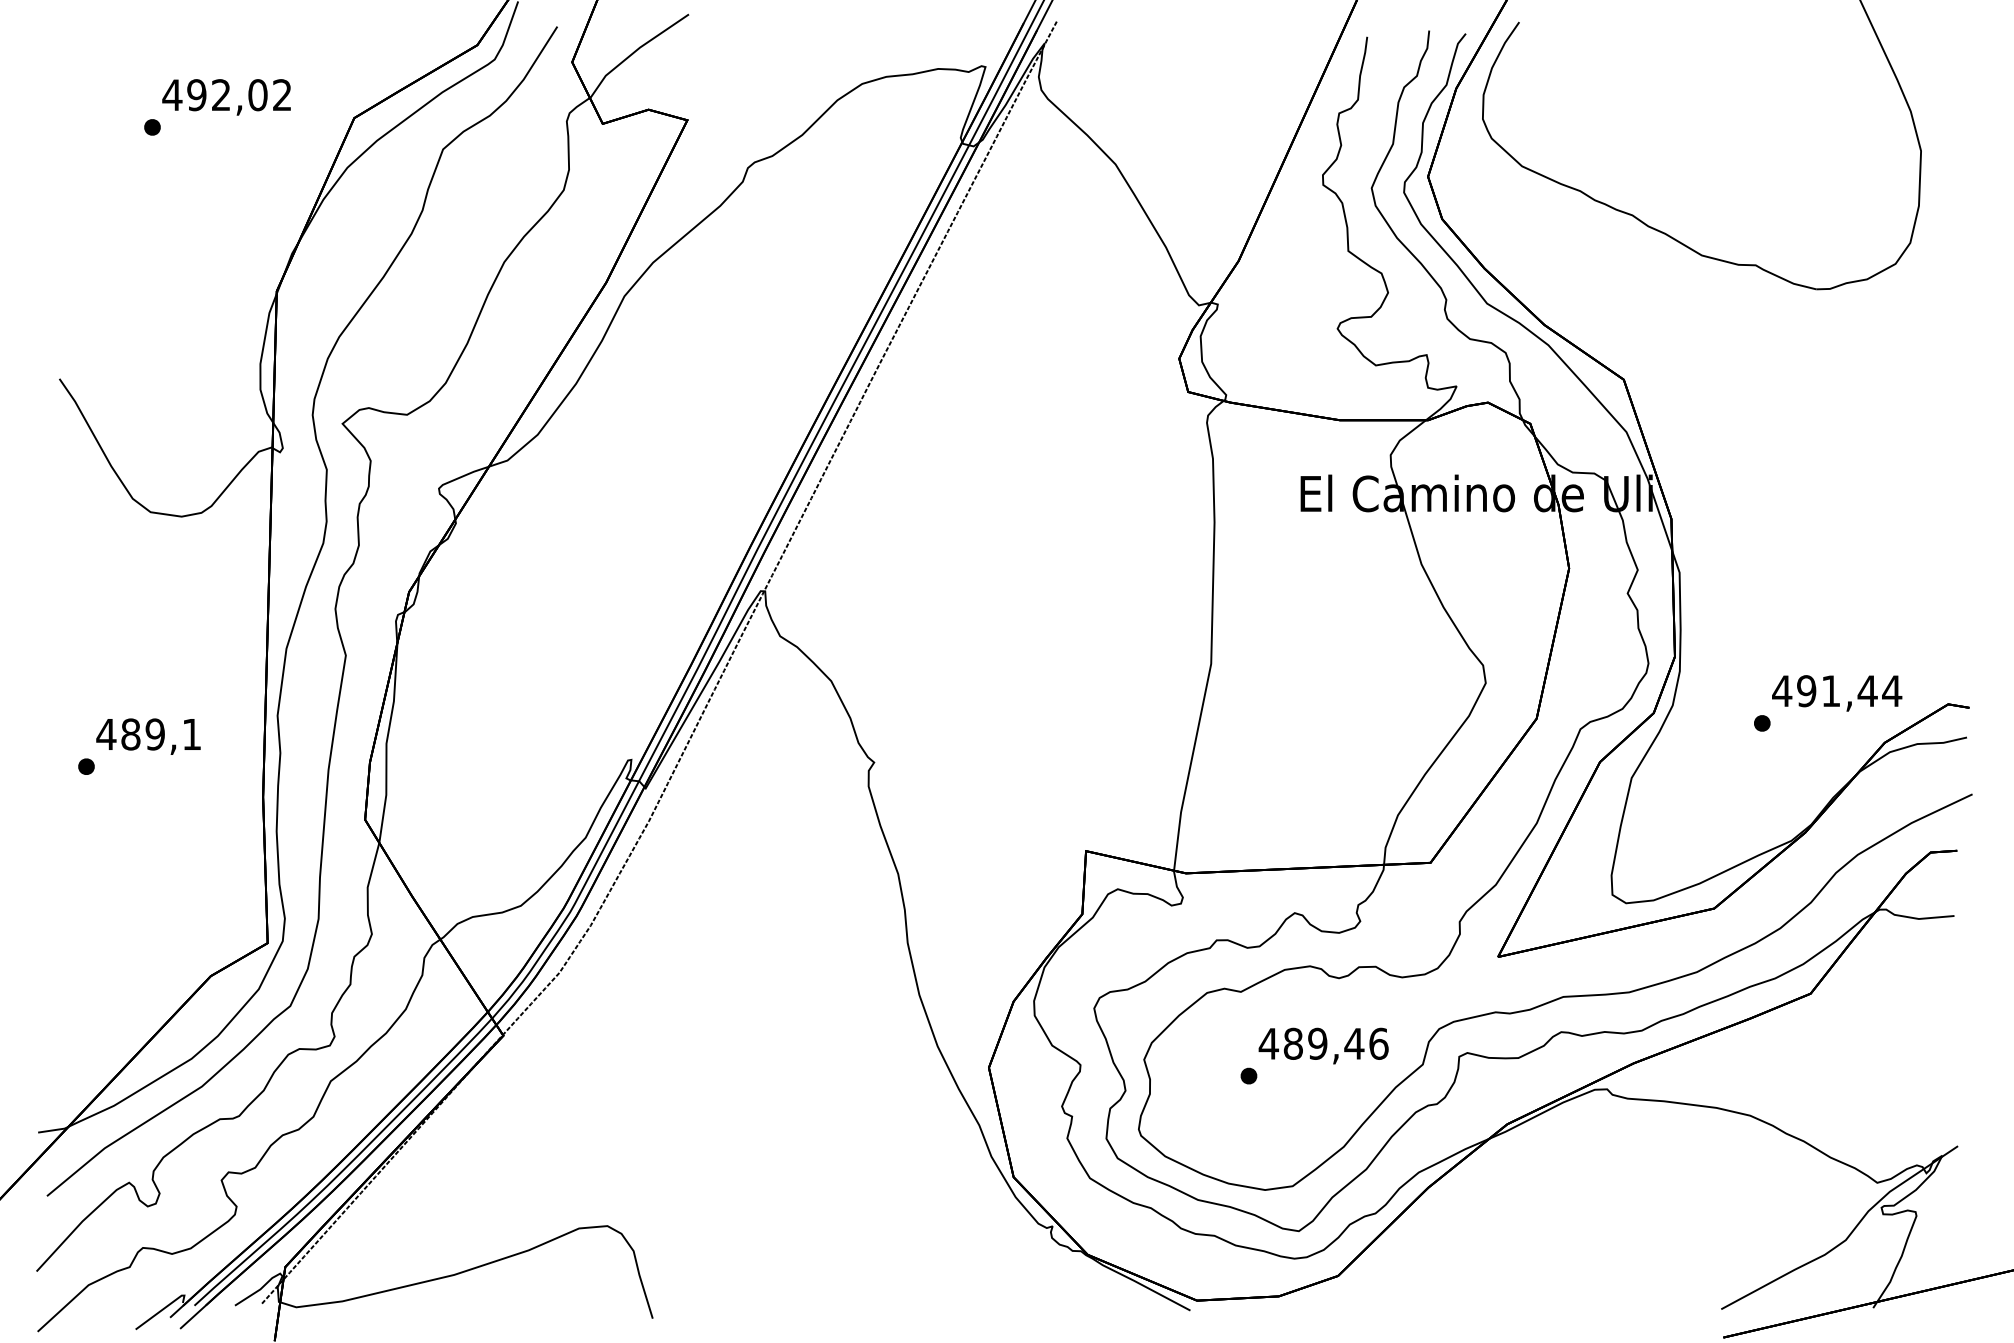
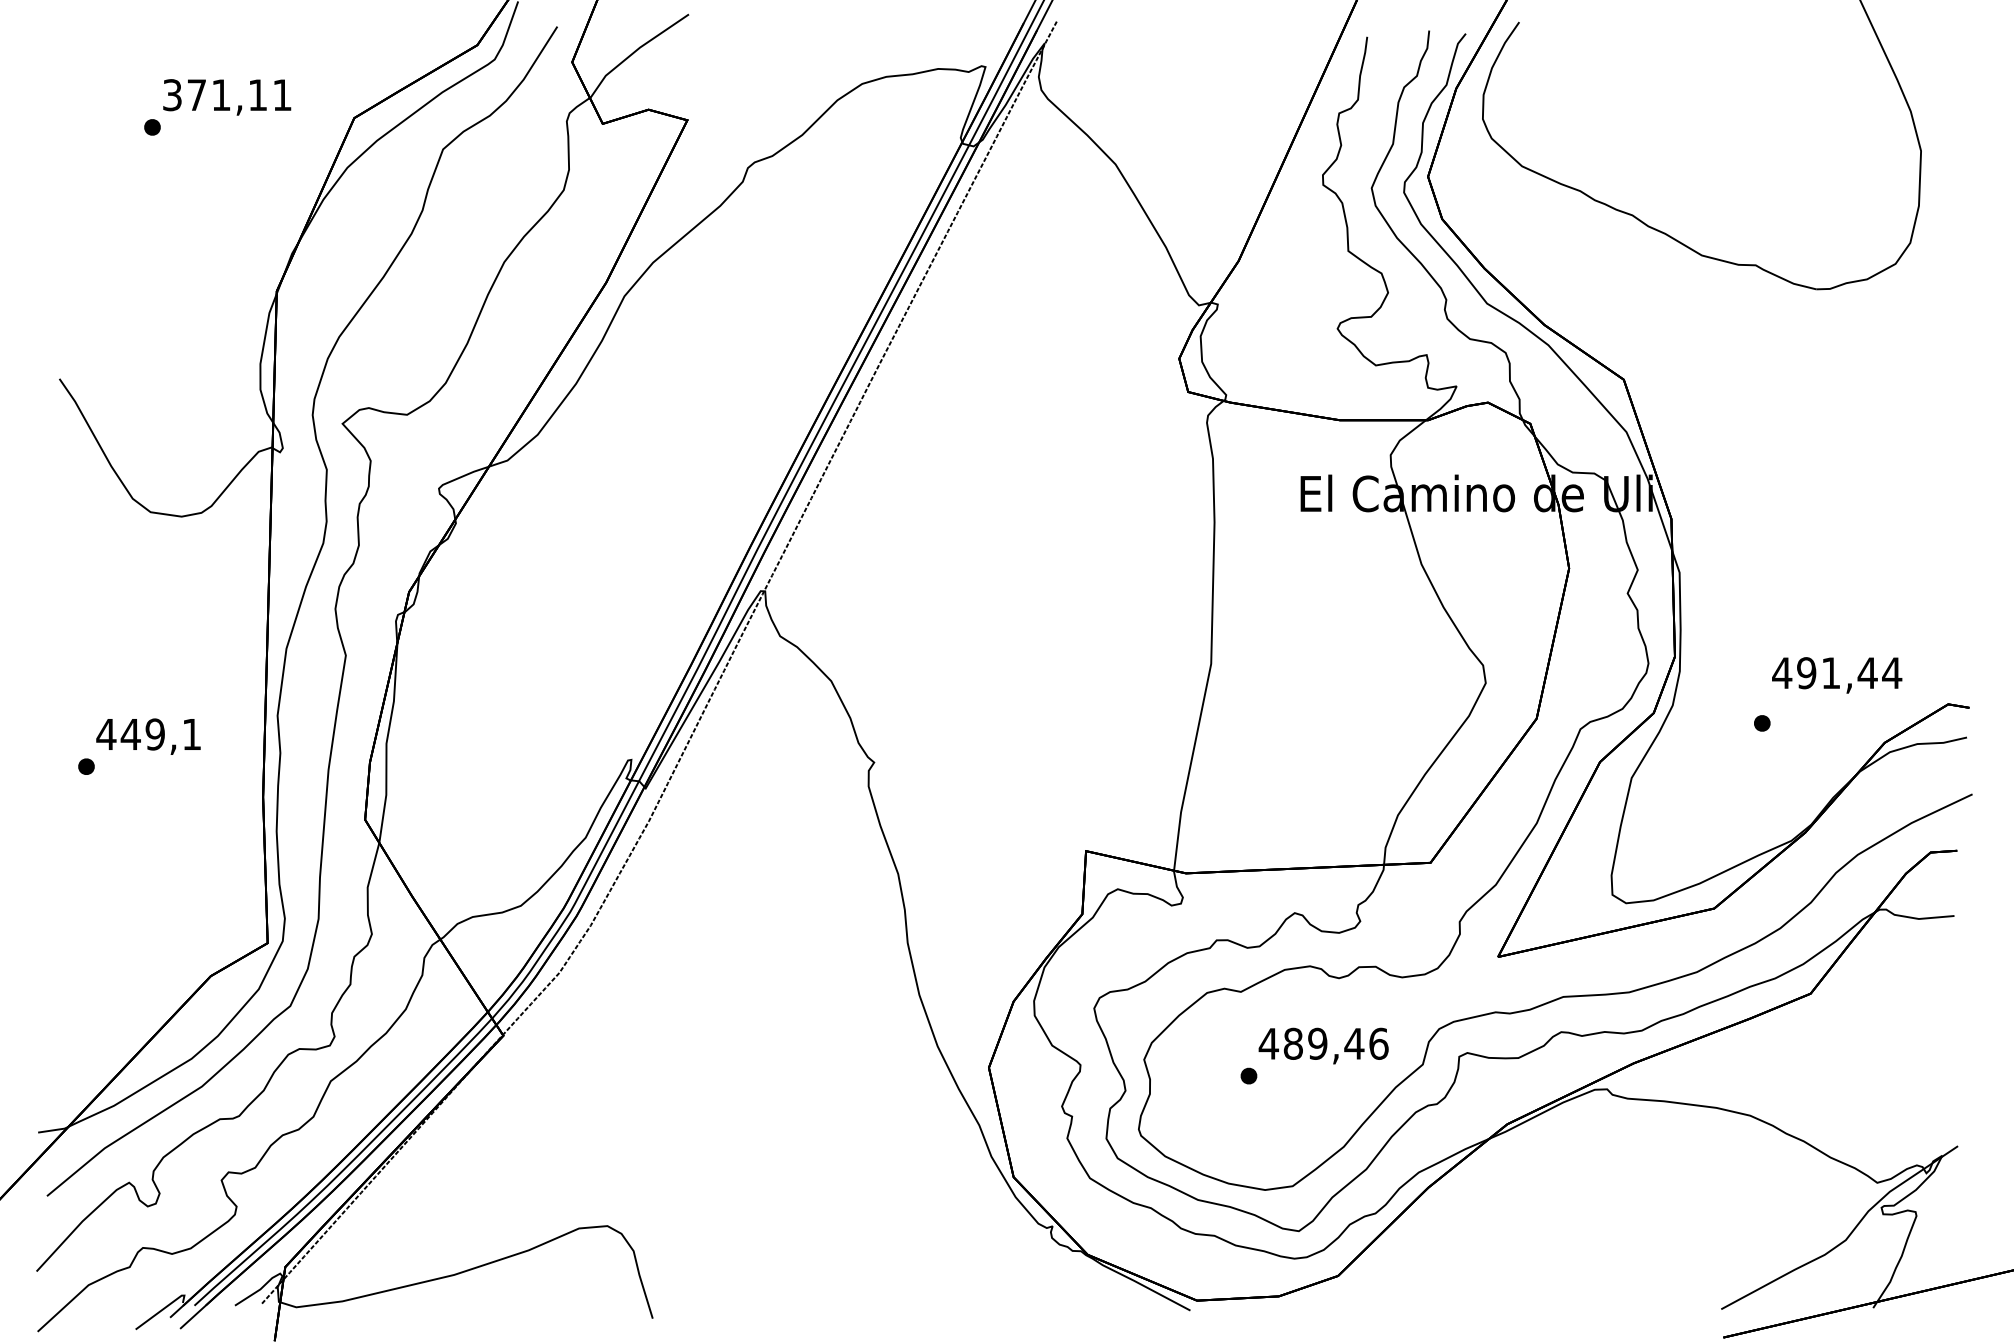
text at (226, 95): 492,02 -> 371,11
text at (1837, 693) position: (1837, 693) -> (1837, 675)
text at (130, 734): 489,1 -> 449,1
